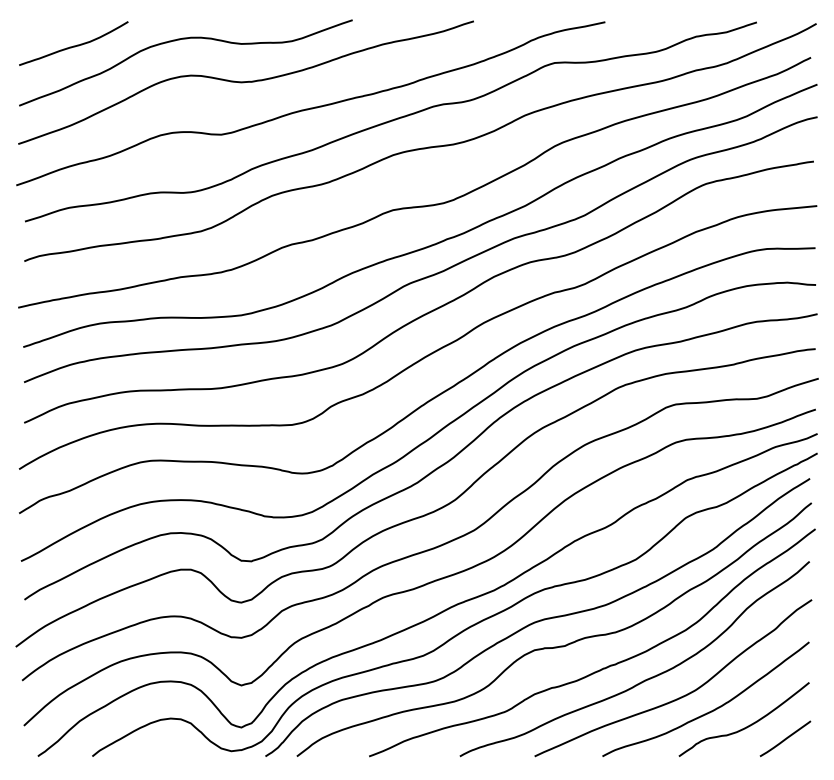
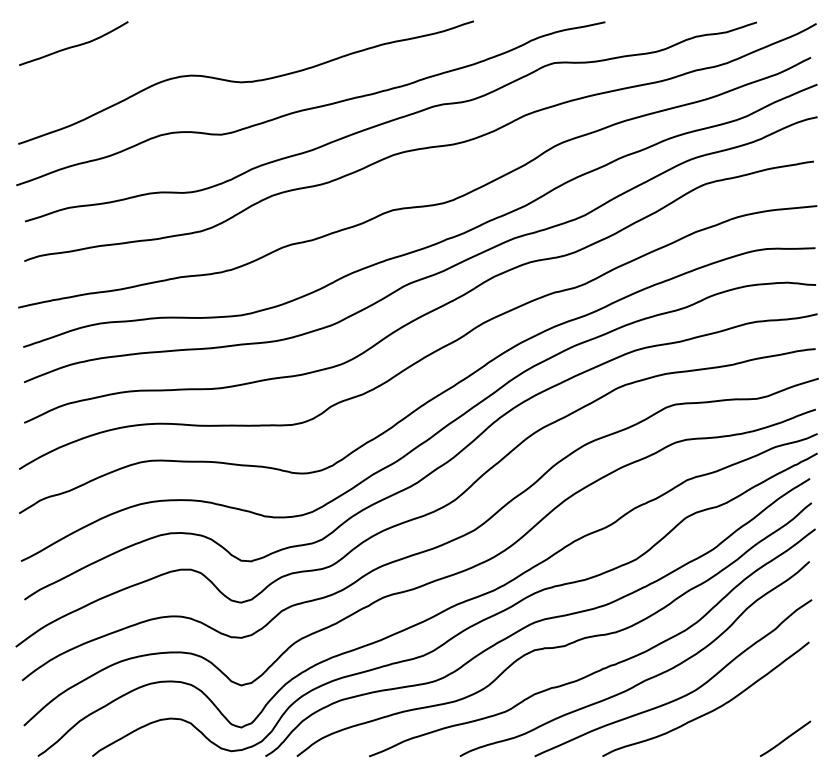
curve at (179, 40): present -> none
curve at (746, 726): present -> none
